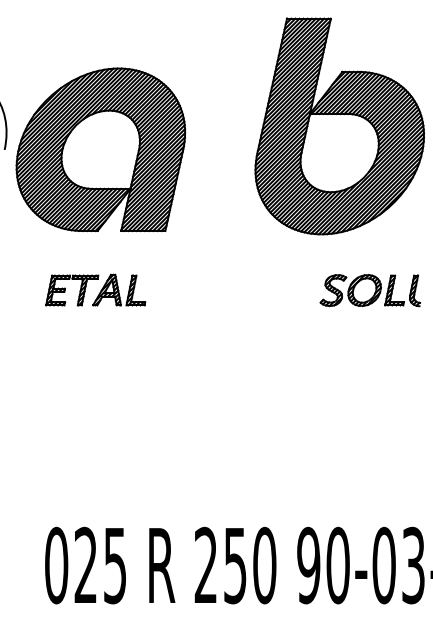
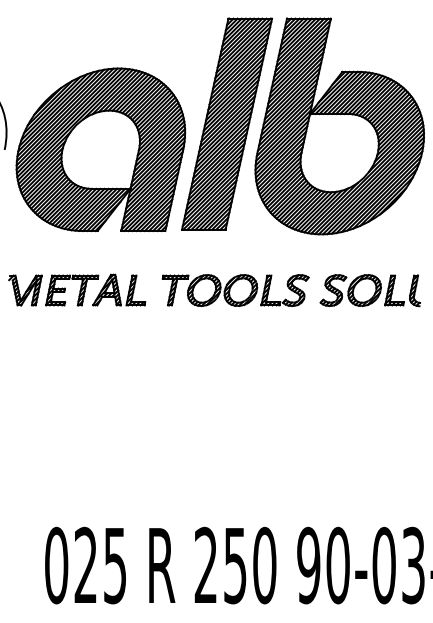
part at (226, 123): none -> present
part at (25, 290): none -> present
part at (235, 290): none -> present
